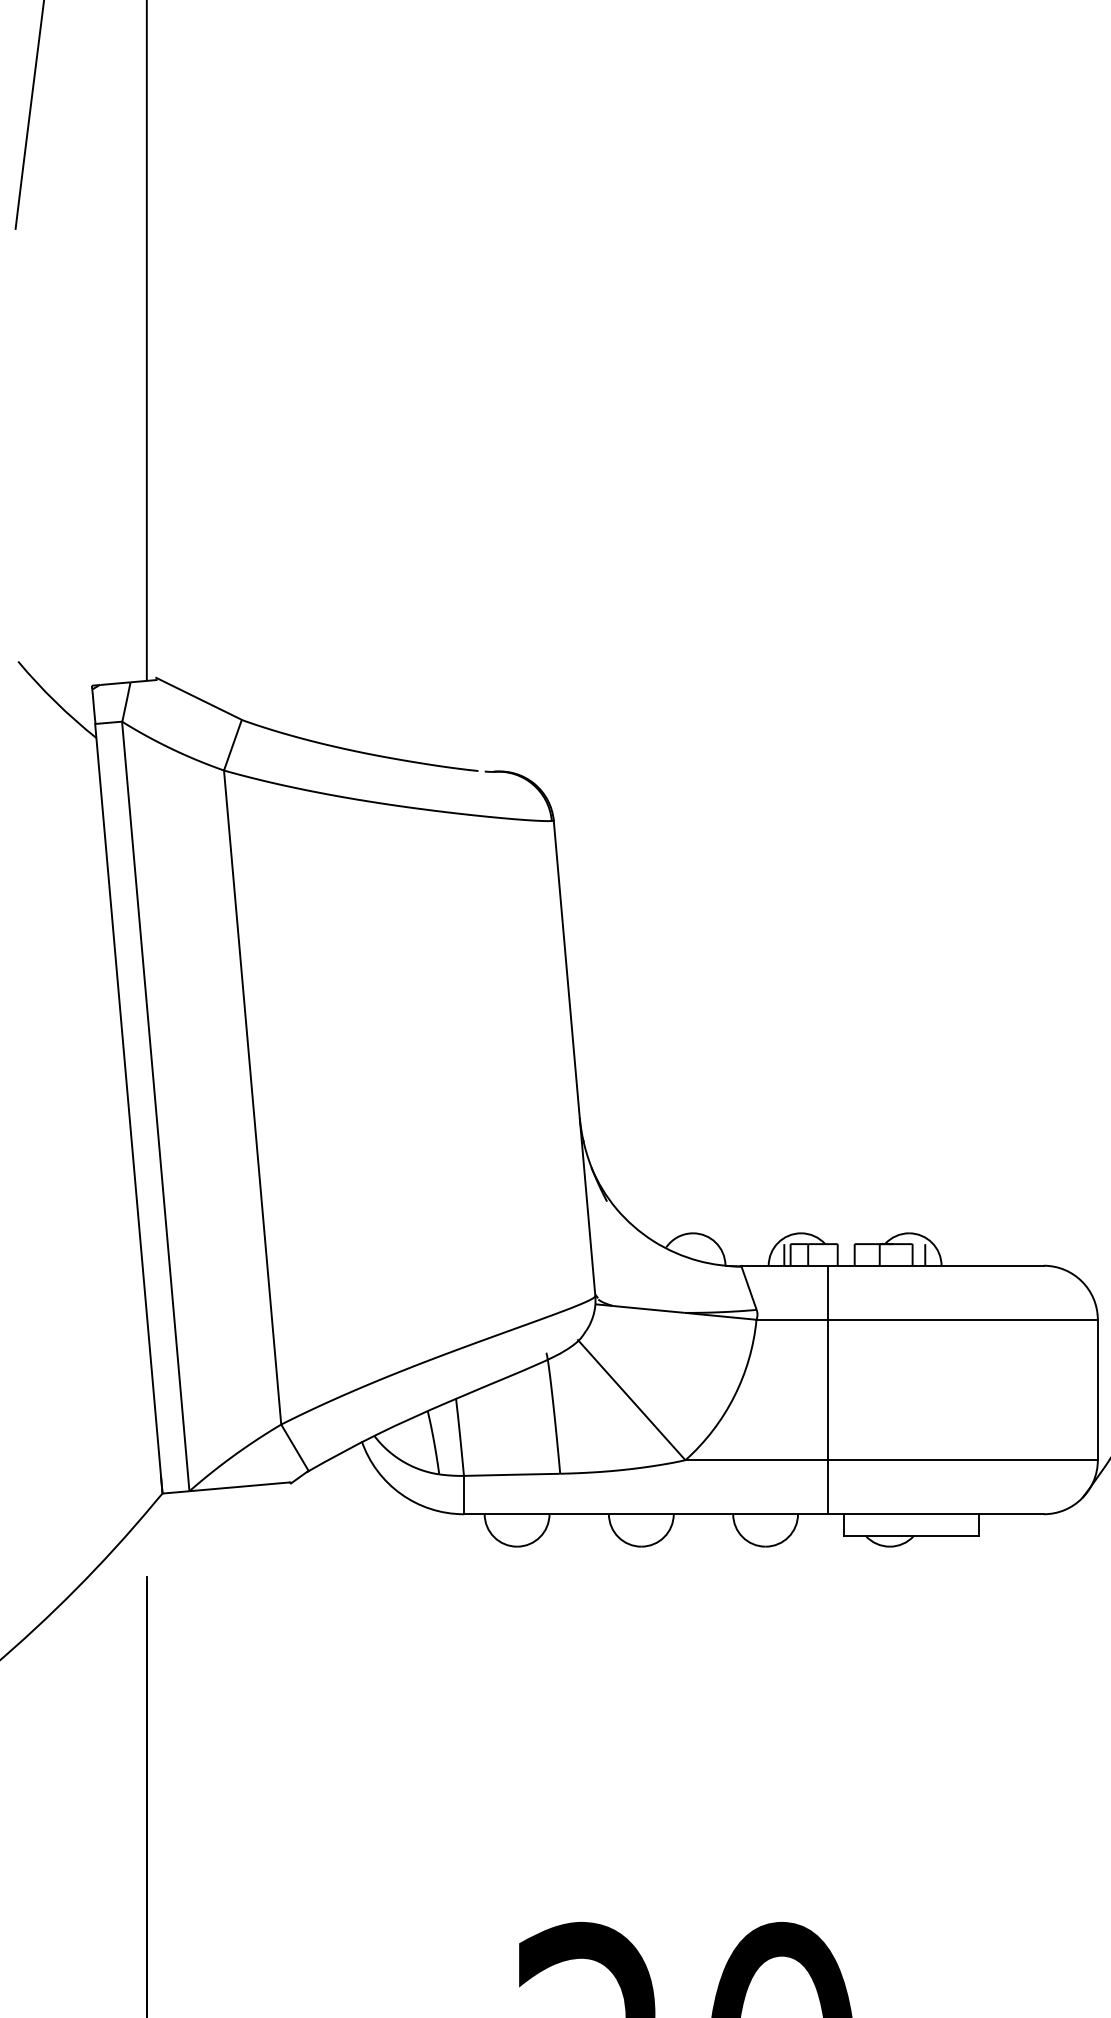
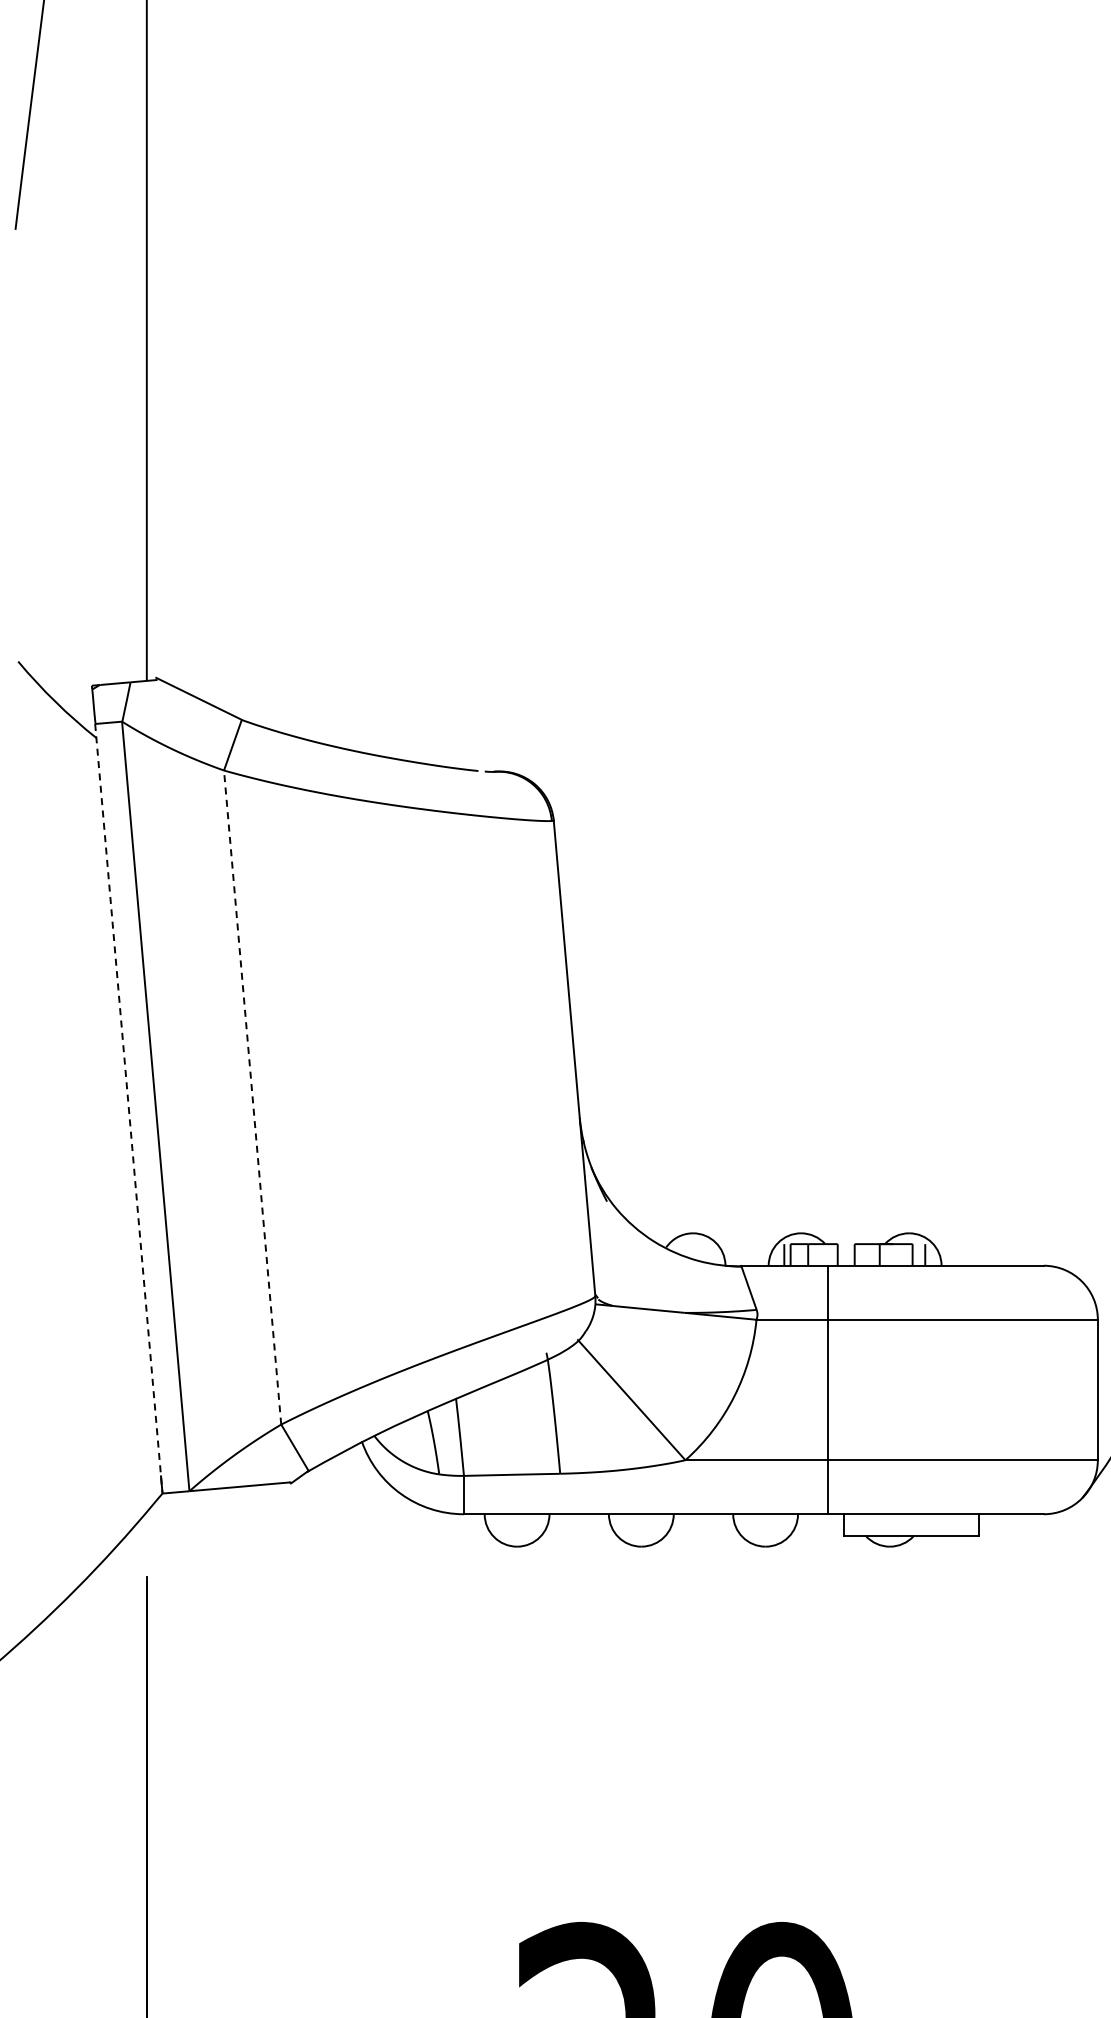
line at (252, 1097): solid -> dashed
line at (128, 1109): solid -> dashed
